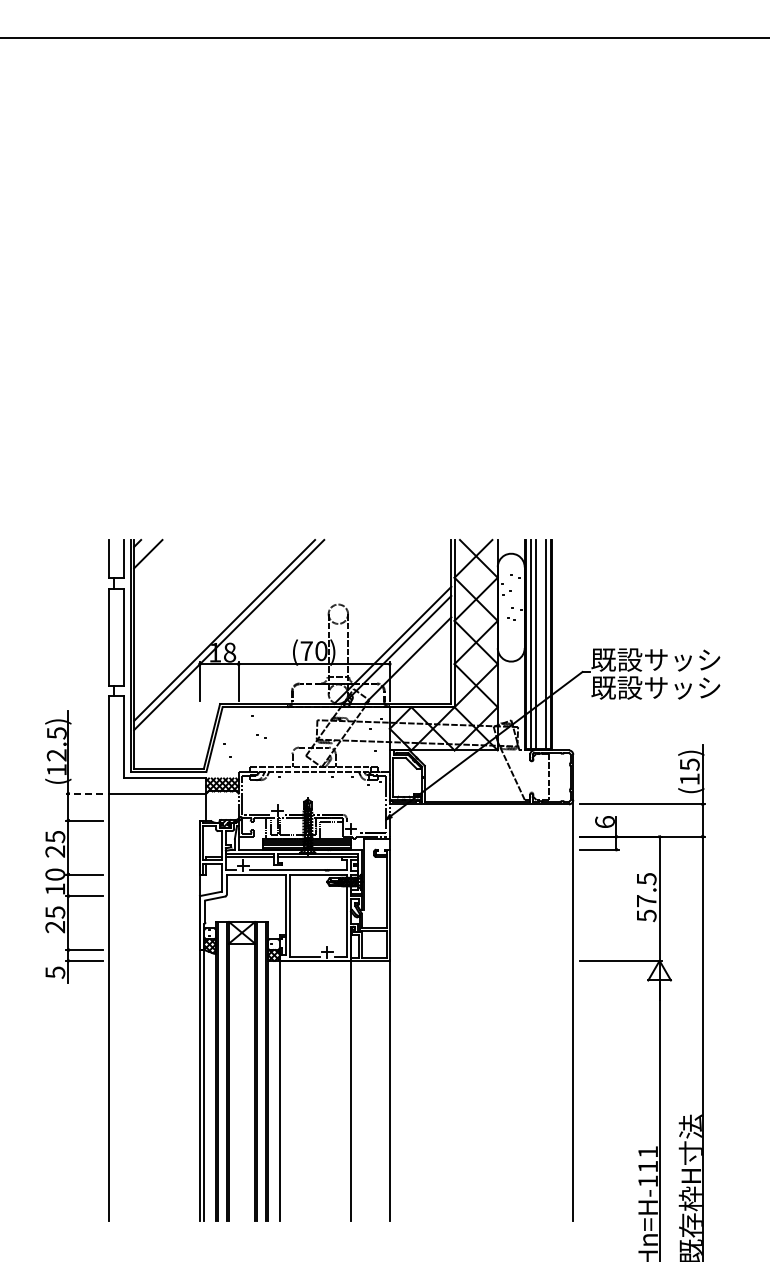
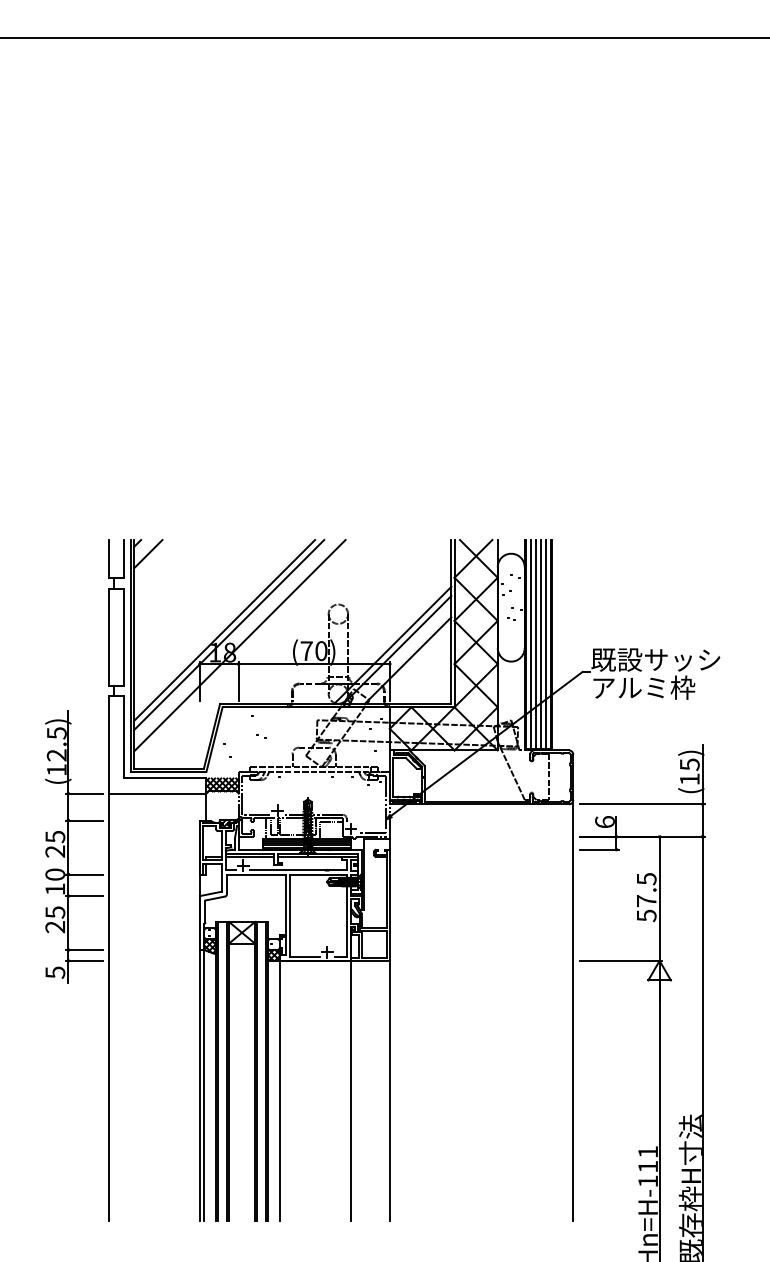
line at (540, 644): none -> present
line at (239, 645): none -> present
text at (655, 687): 既設サッシ -> アルミ枠
line at (84, 793): dashed -> solid
